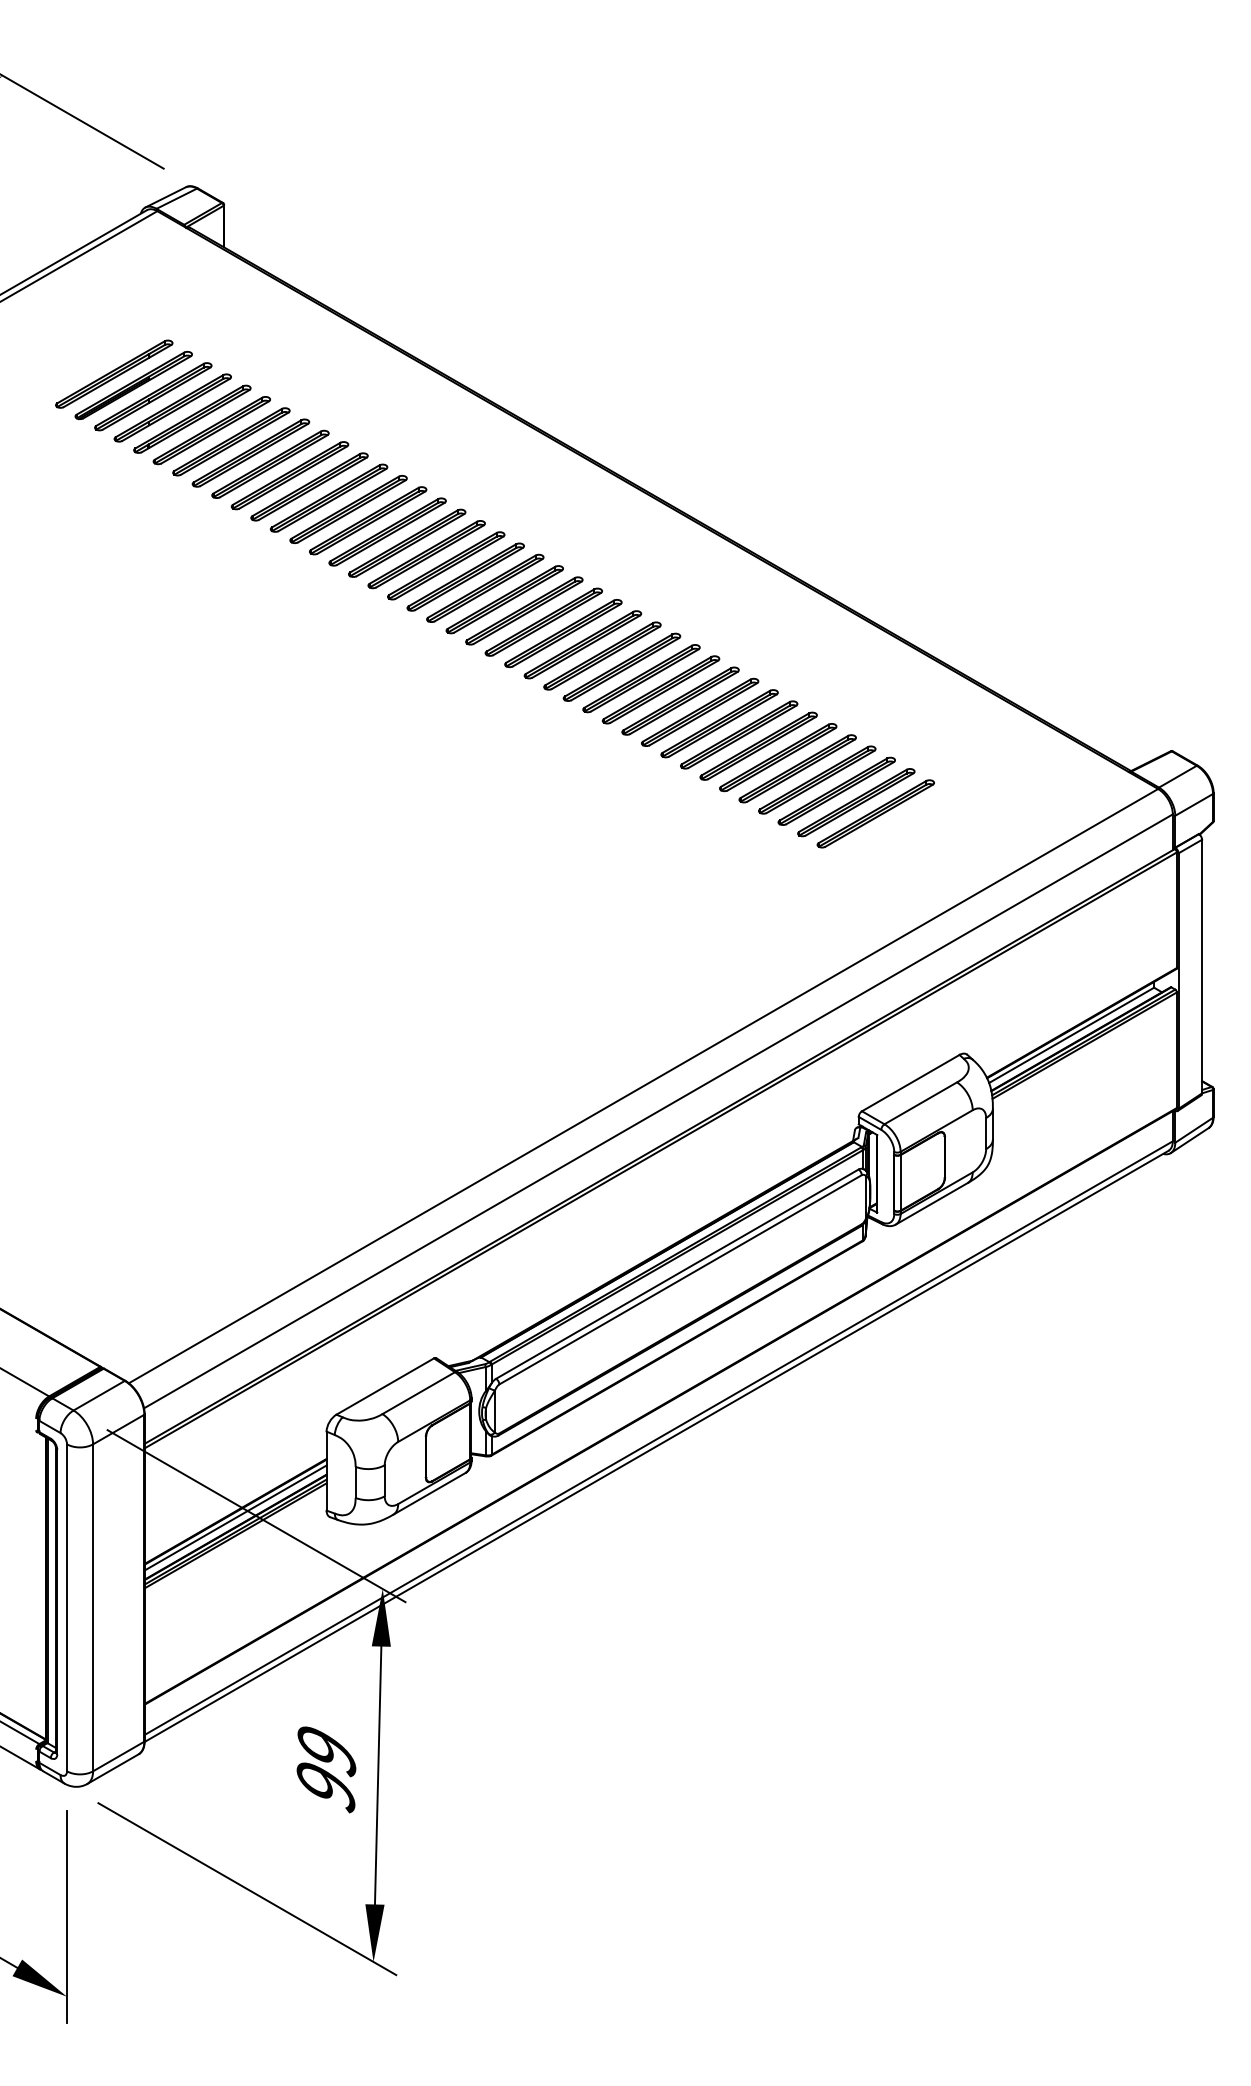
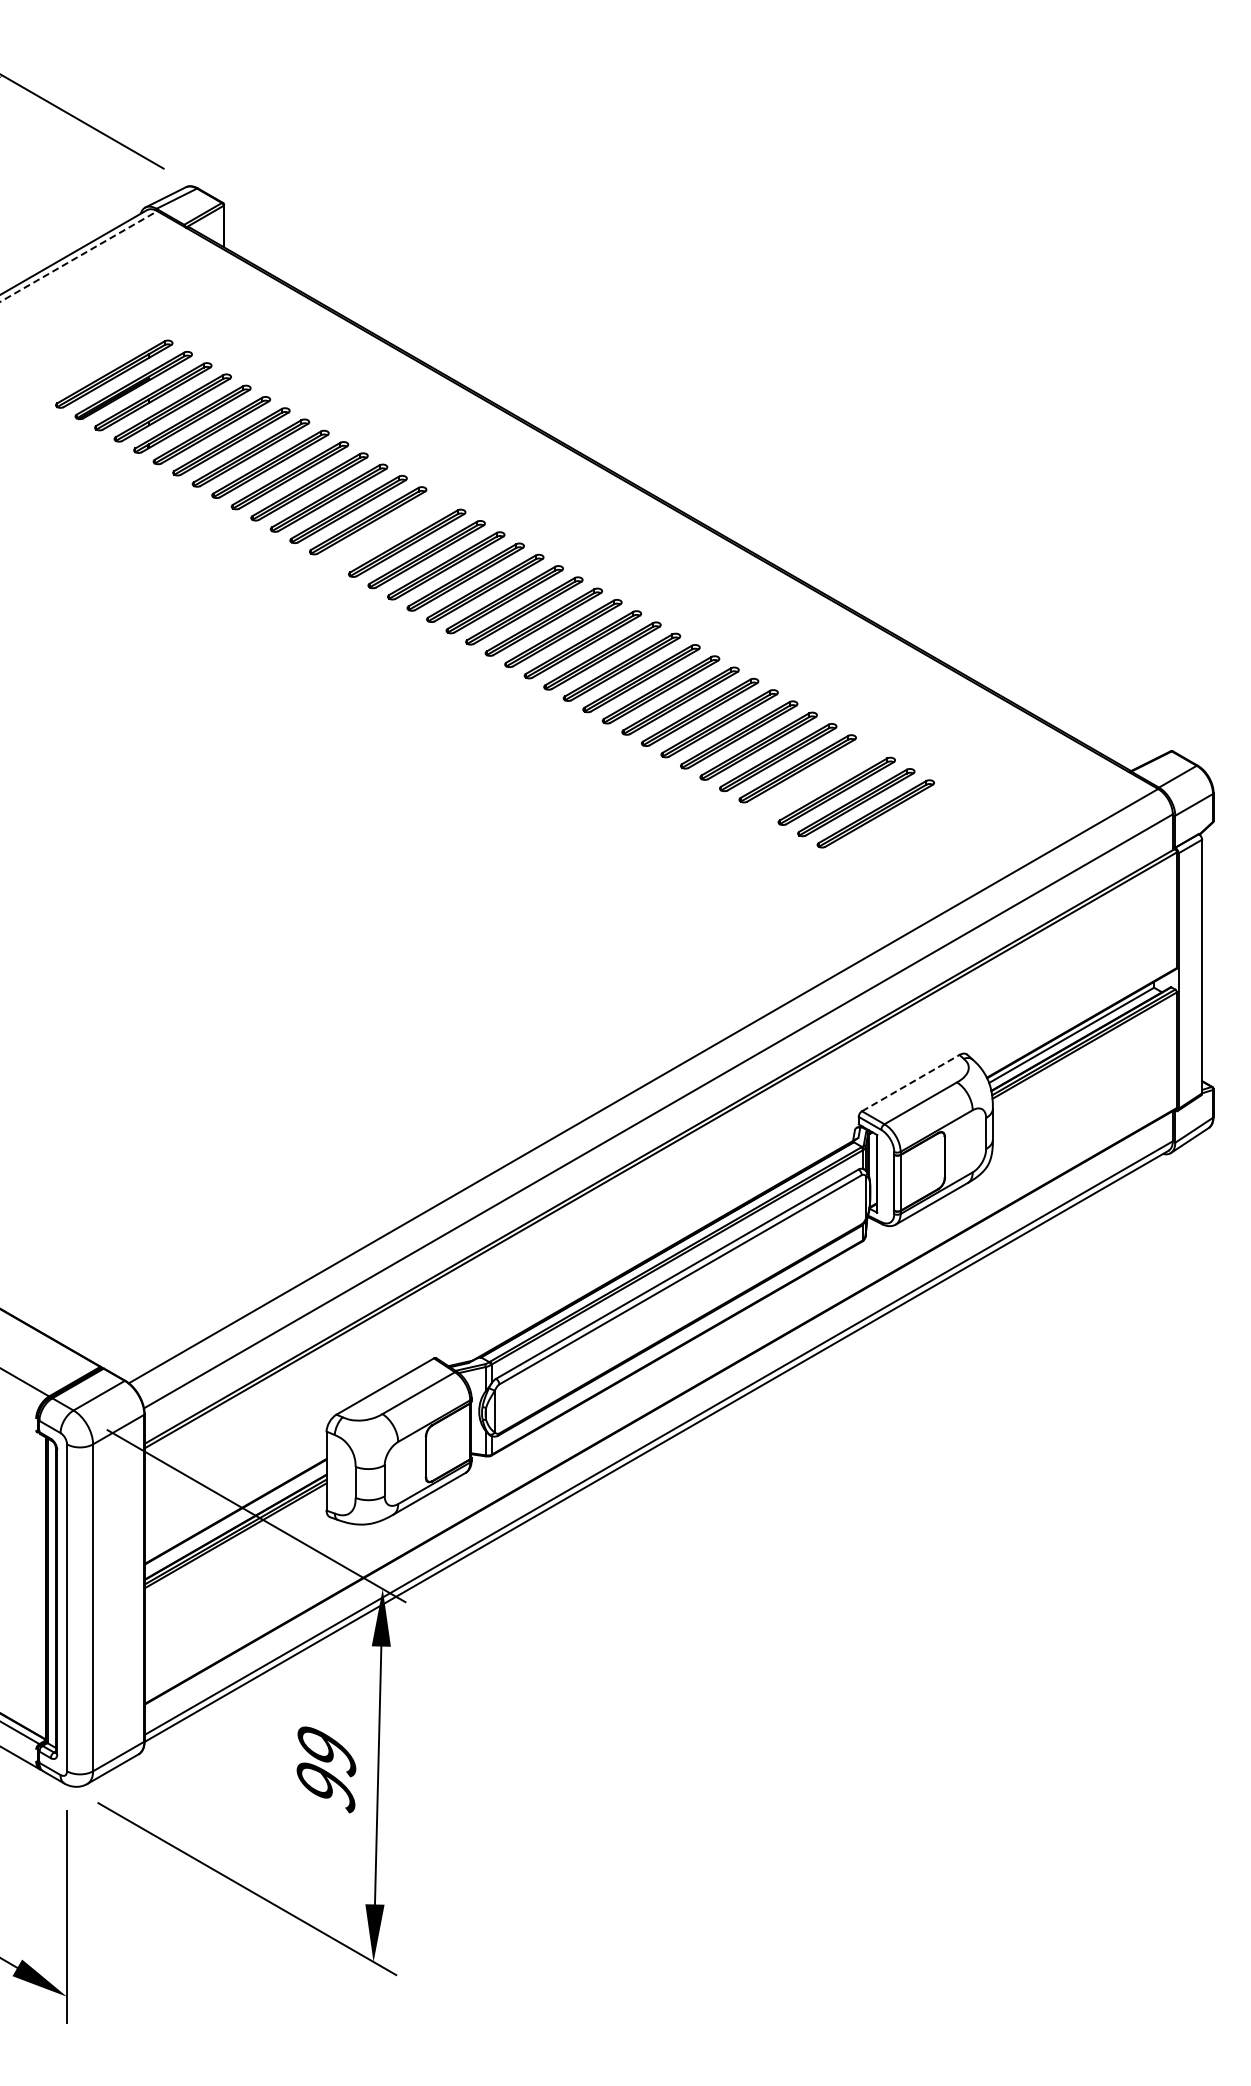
line at (79, 256): solid -> dashed
part at (387, 531): present -> none
part at (817, 779): present -> none
line at (911, 1082): solid -> dashed
line at (235, 1517): present -> none
